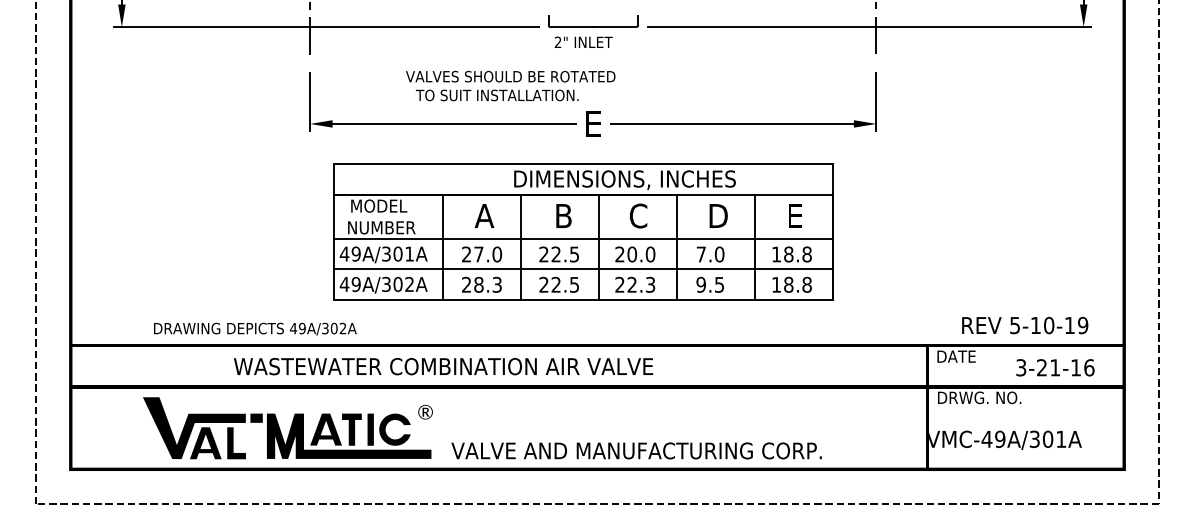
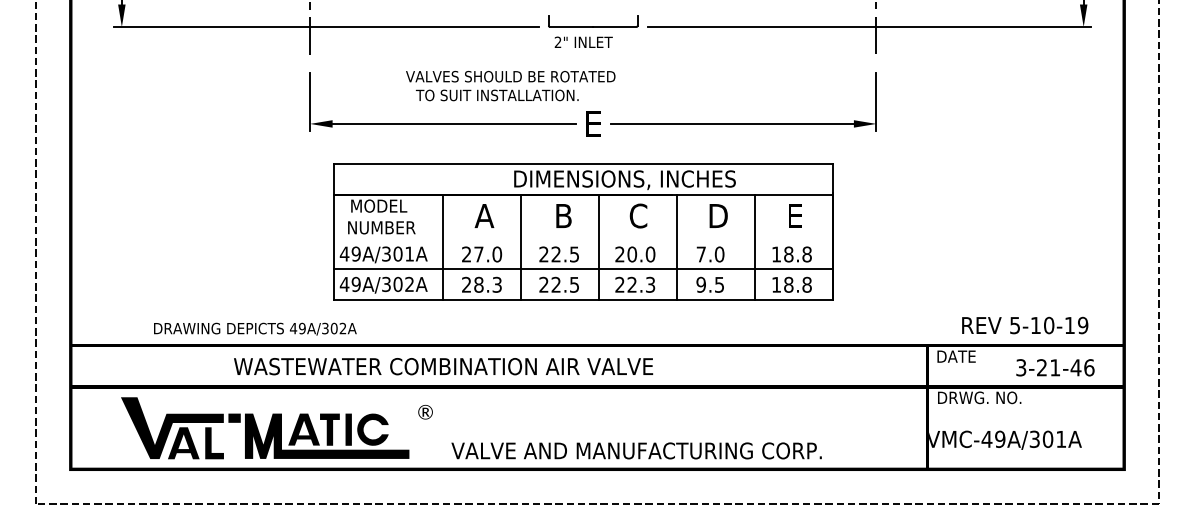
line at (583, 238): present -> none
text at (1075, 367): 3-21-16 -> 3-21-46
part at (287, 428) position: (287, 428) -> (265, 428)
